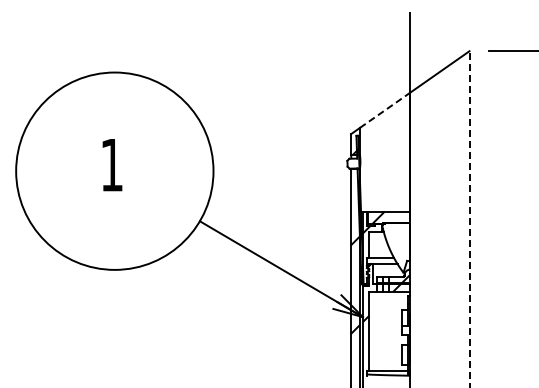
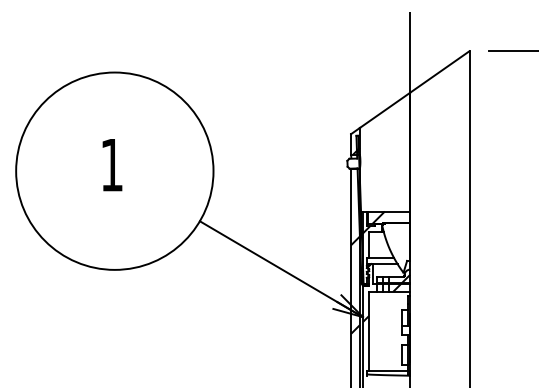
line at (385, 110): dashed -> solid
line at (469, 219): dashed -> solid
